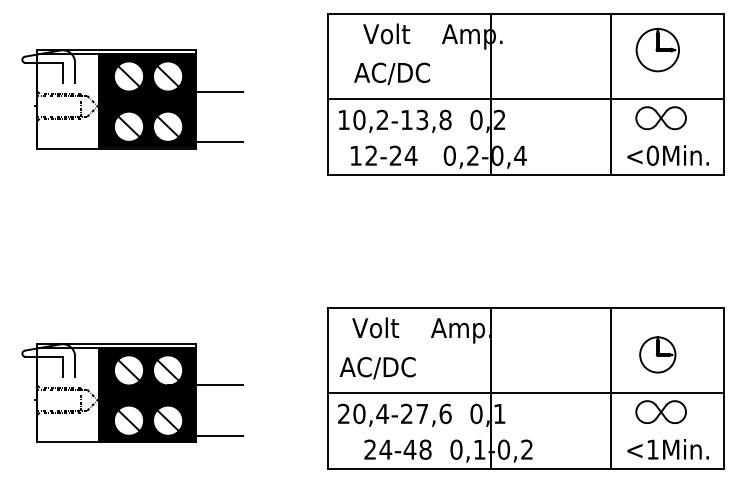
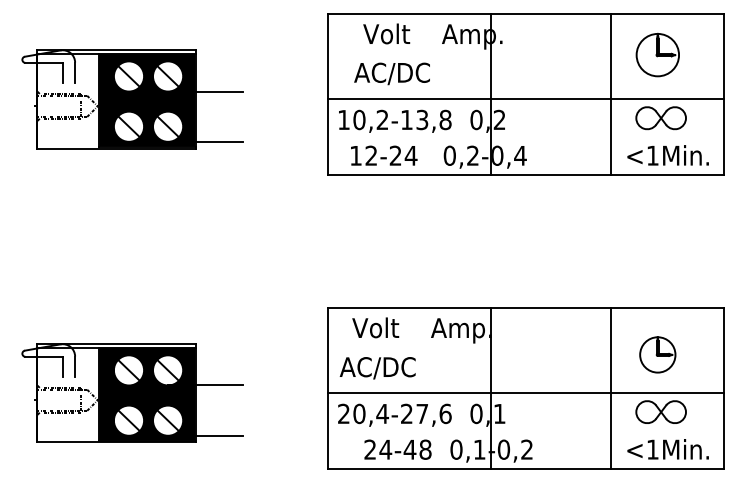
part at (657, 49) position: (657, 49) -> (657, 54)
text at (652, 155): <0Min. -> <1Min.
